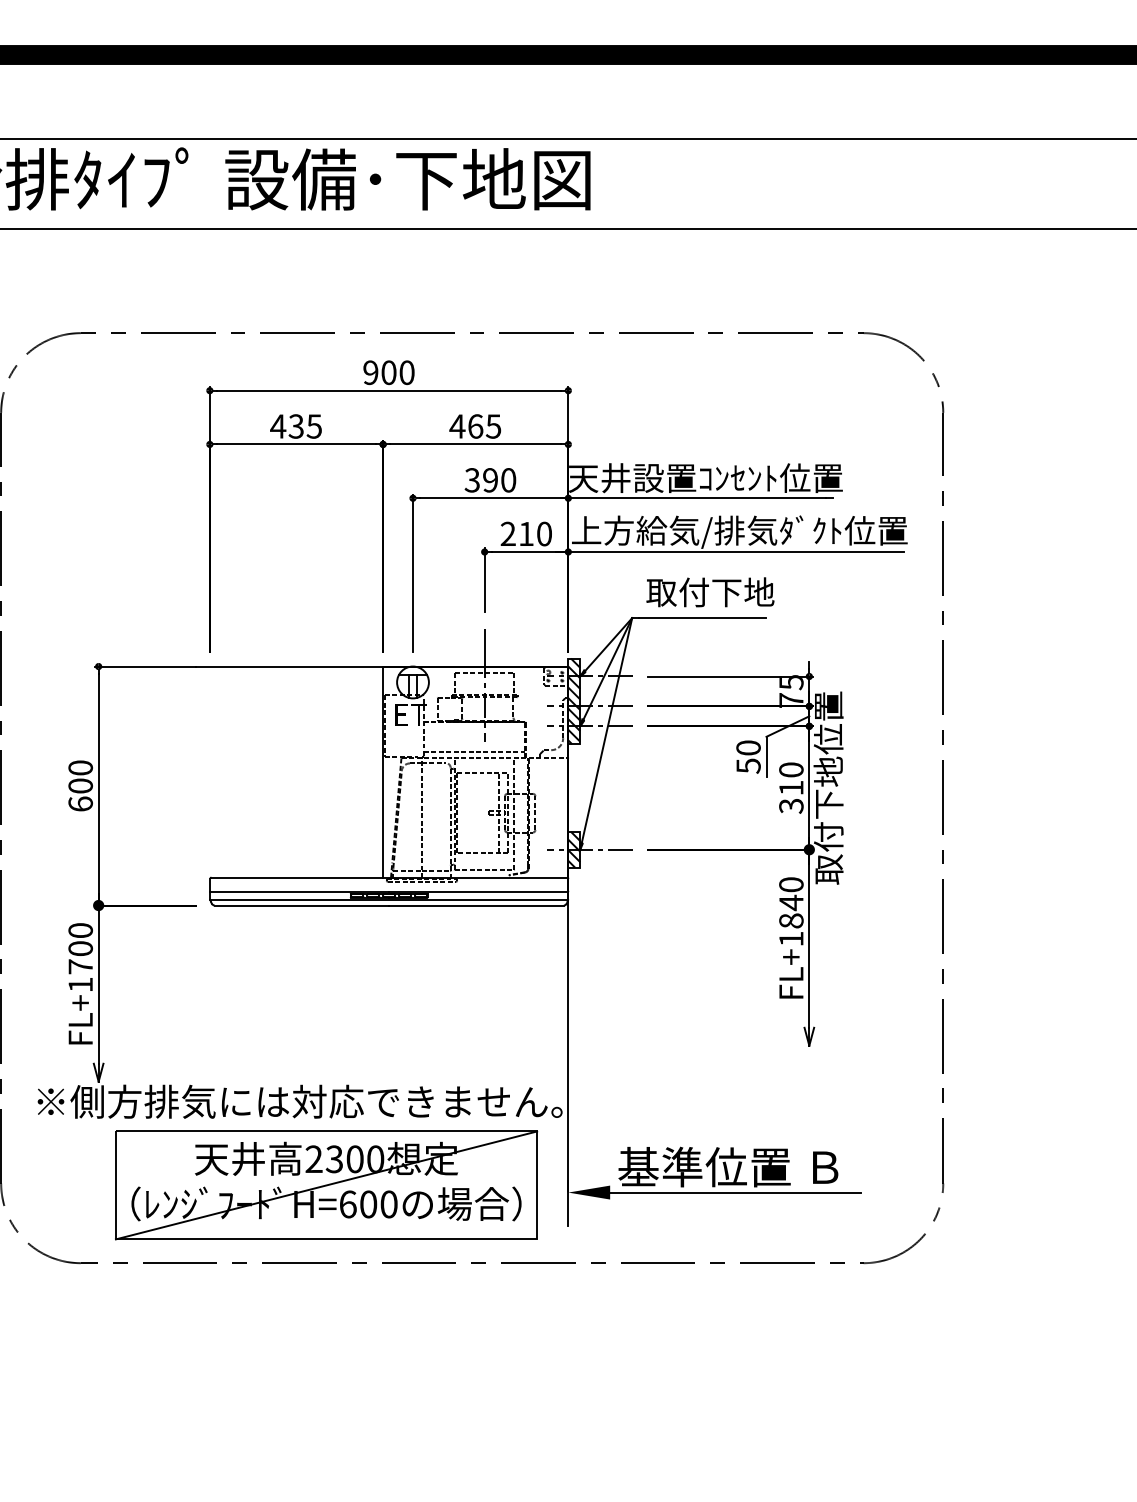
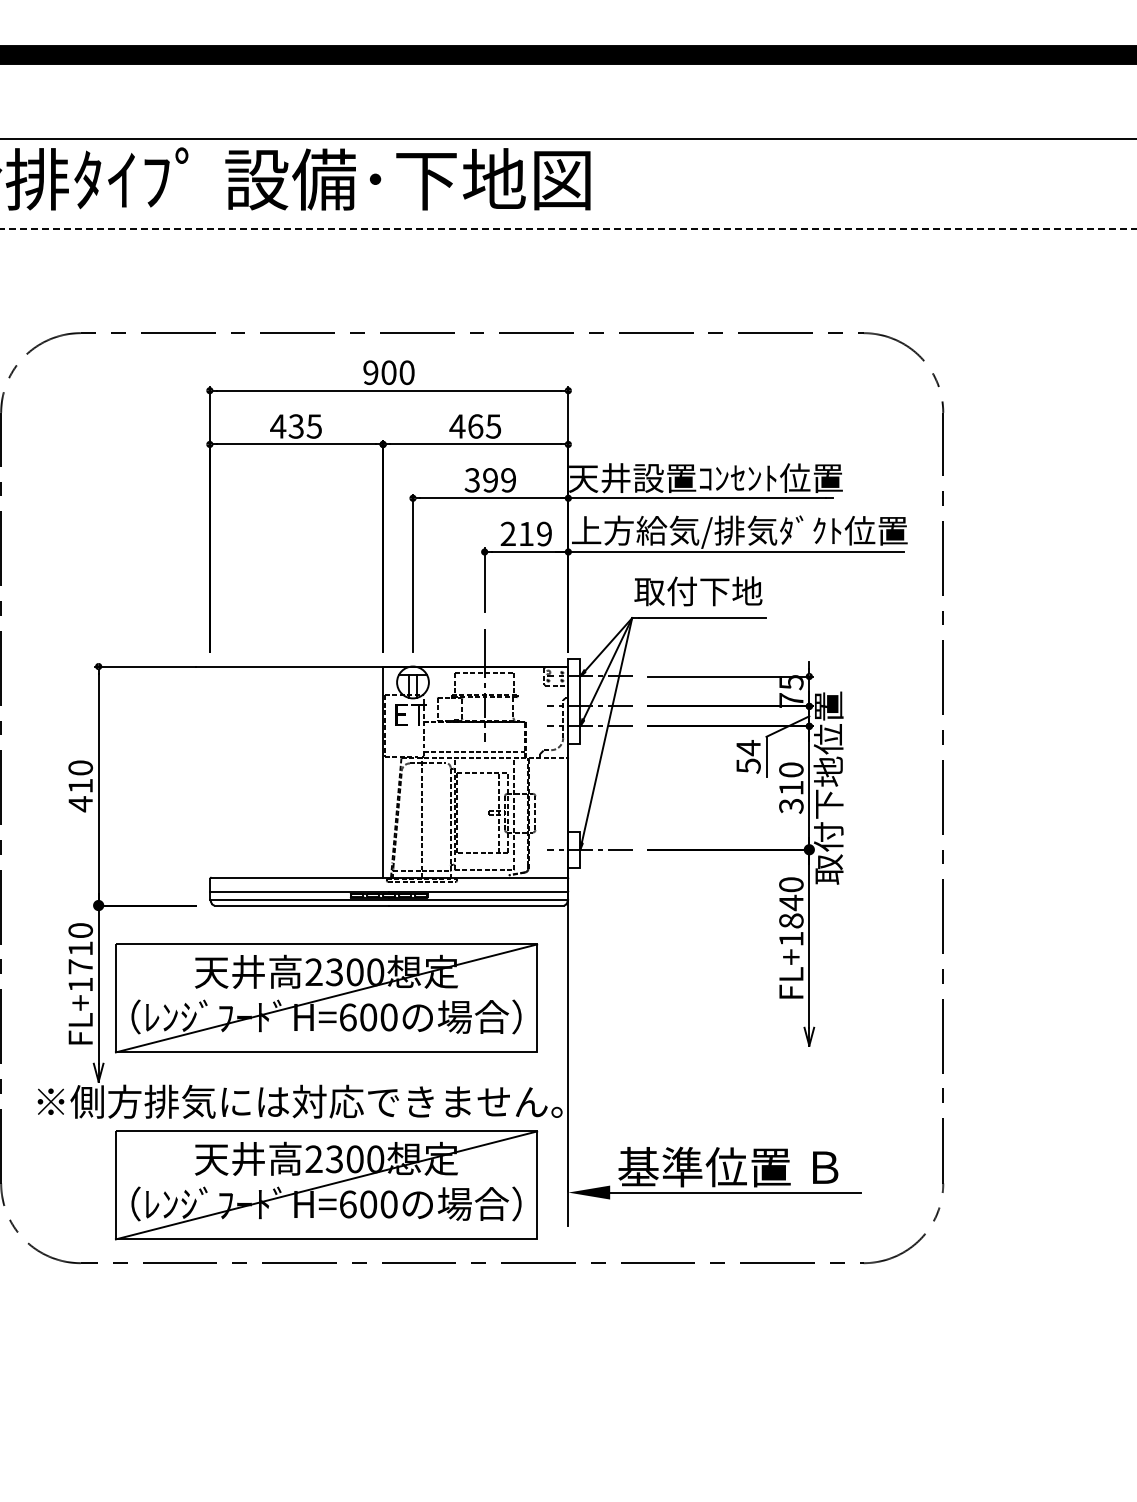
line at (568, 228): solid -> dashed
text at (508, 480): 390 -> 399
text at (544, 533): 210 -> 219
text at (710, 592) position: (710, 592) -> (698, 591)
hatch at (574, 701): present -> none
text at (748, 748): 50 -> 54
text at (80, 795): 600 -> 410
hatch at (574, 849): present -> none
text at (80, 948): FL+1700 -> FL+1710
part at (326, 998): none -> present
